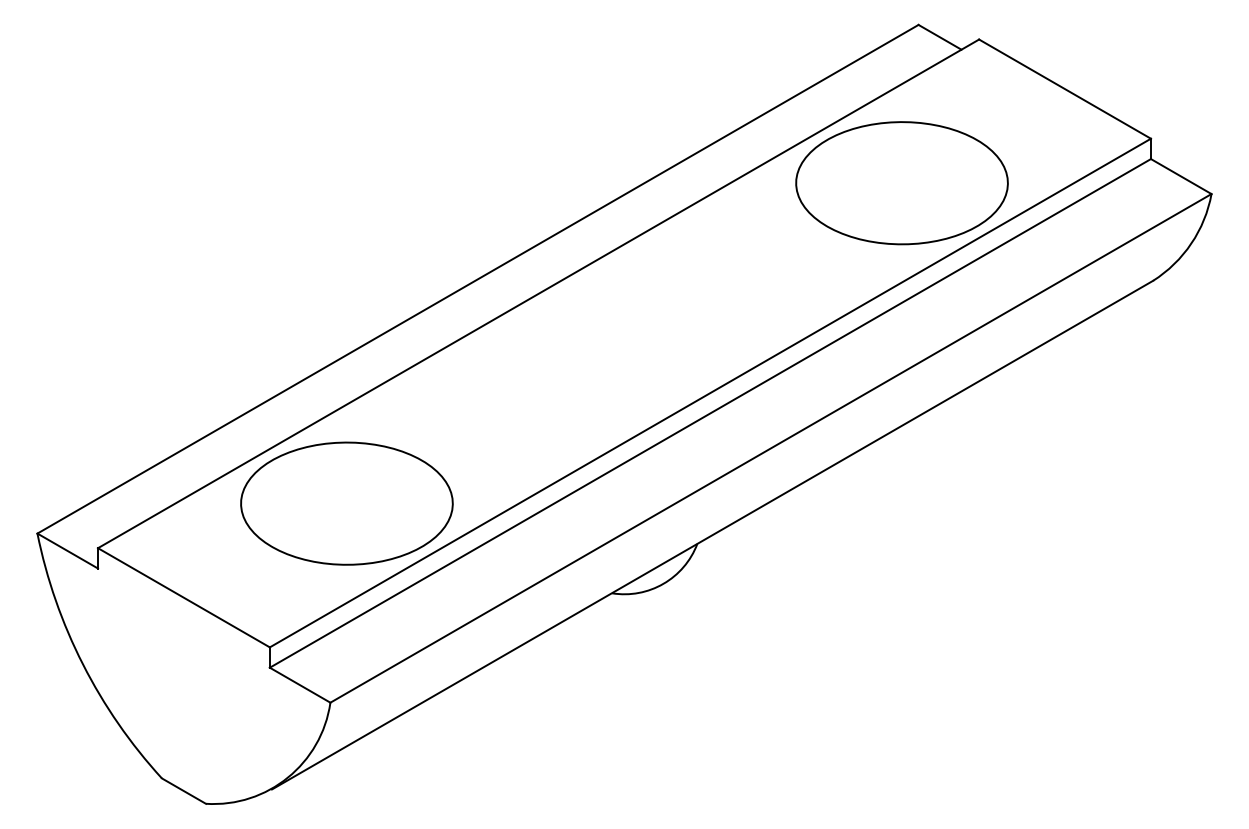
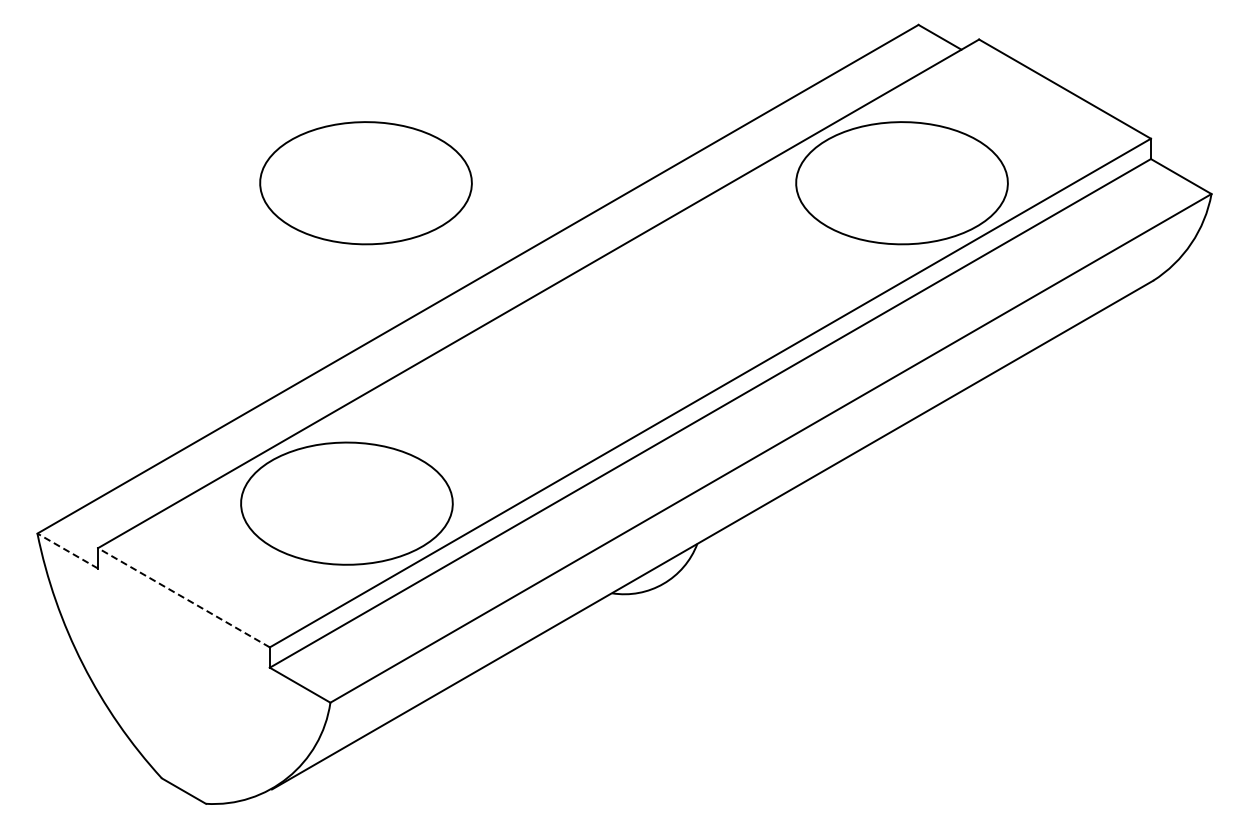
part at (365, 183): none -> present
line at (67, 551): solid -> dashed
line at (183, 597): solid -> dashed
